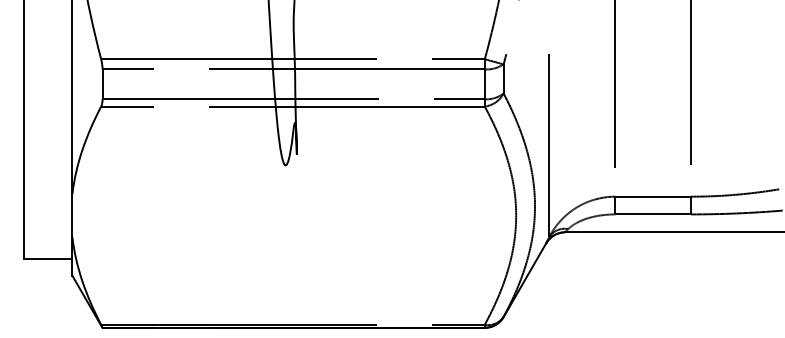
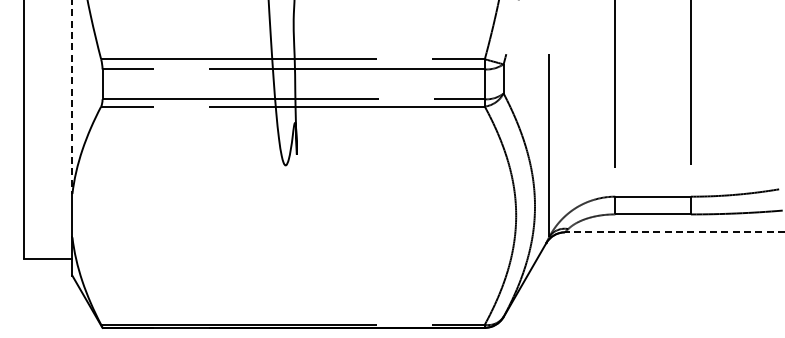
line at (72, 97): solid -> dashed
line at (675, 232): solid -> dashed
